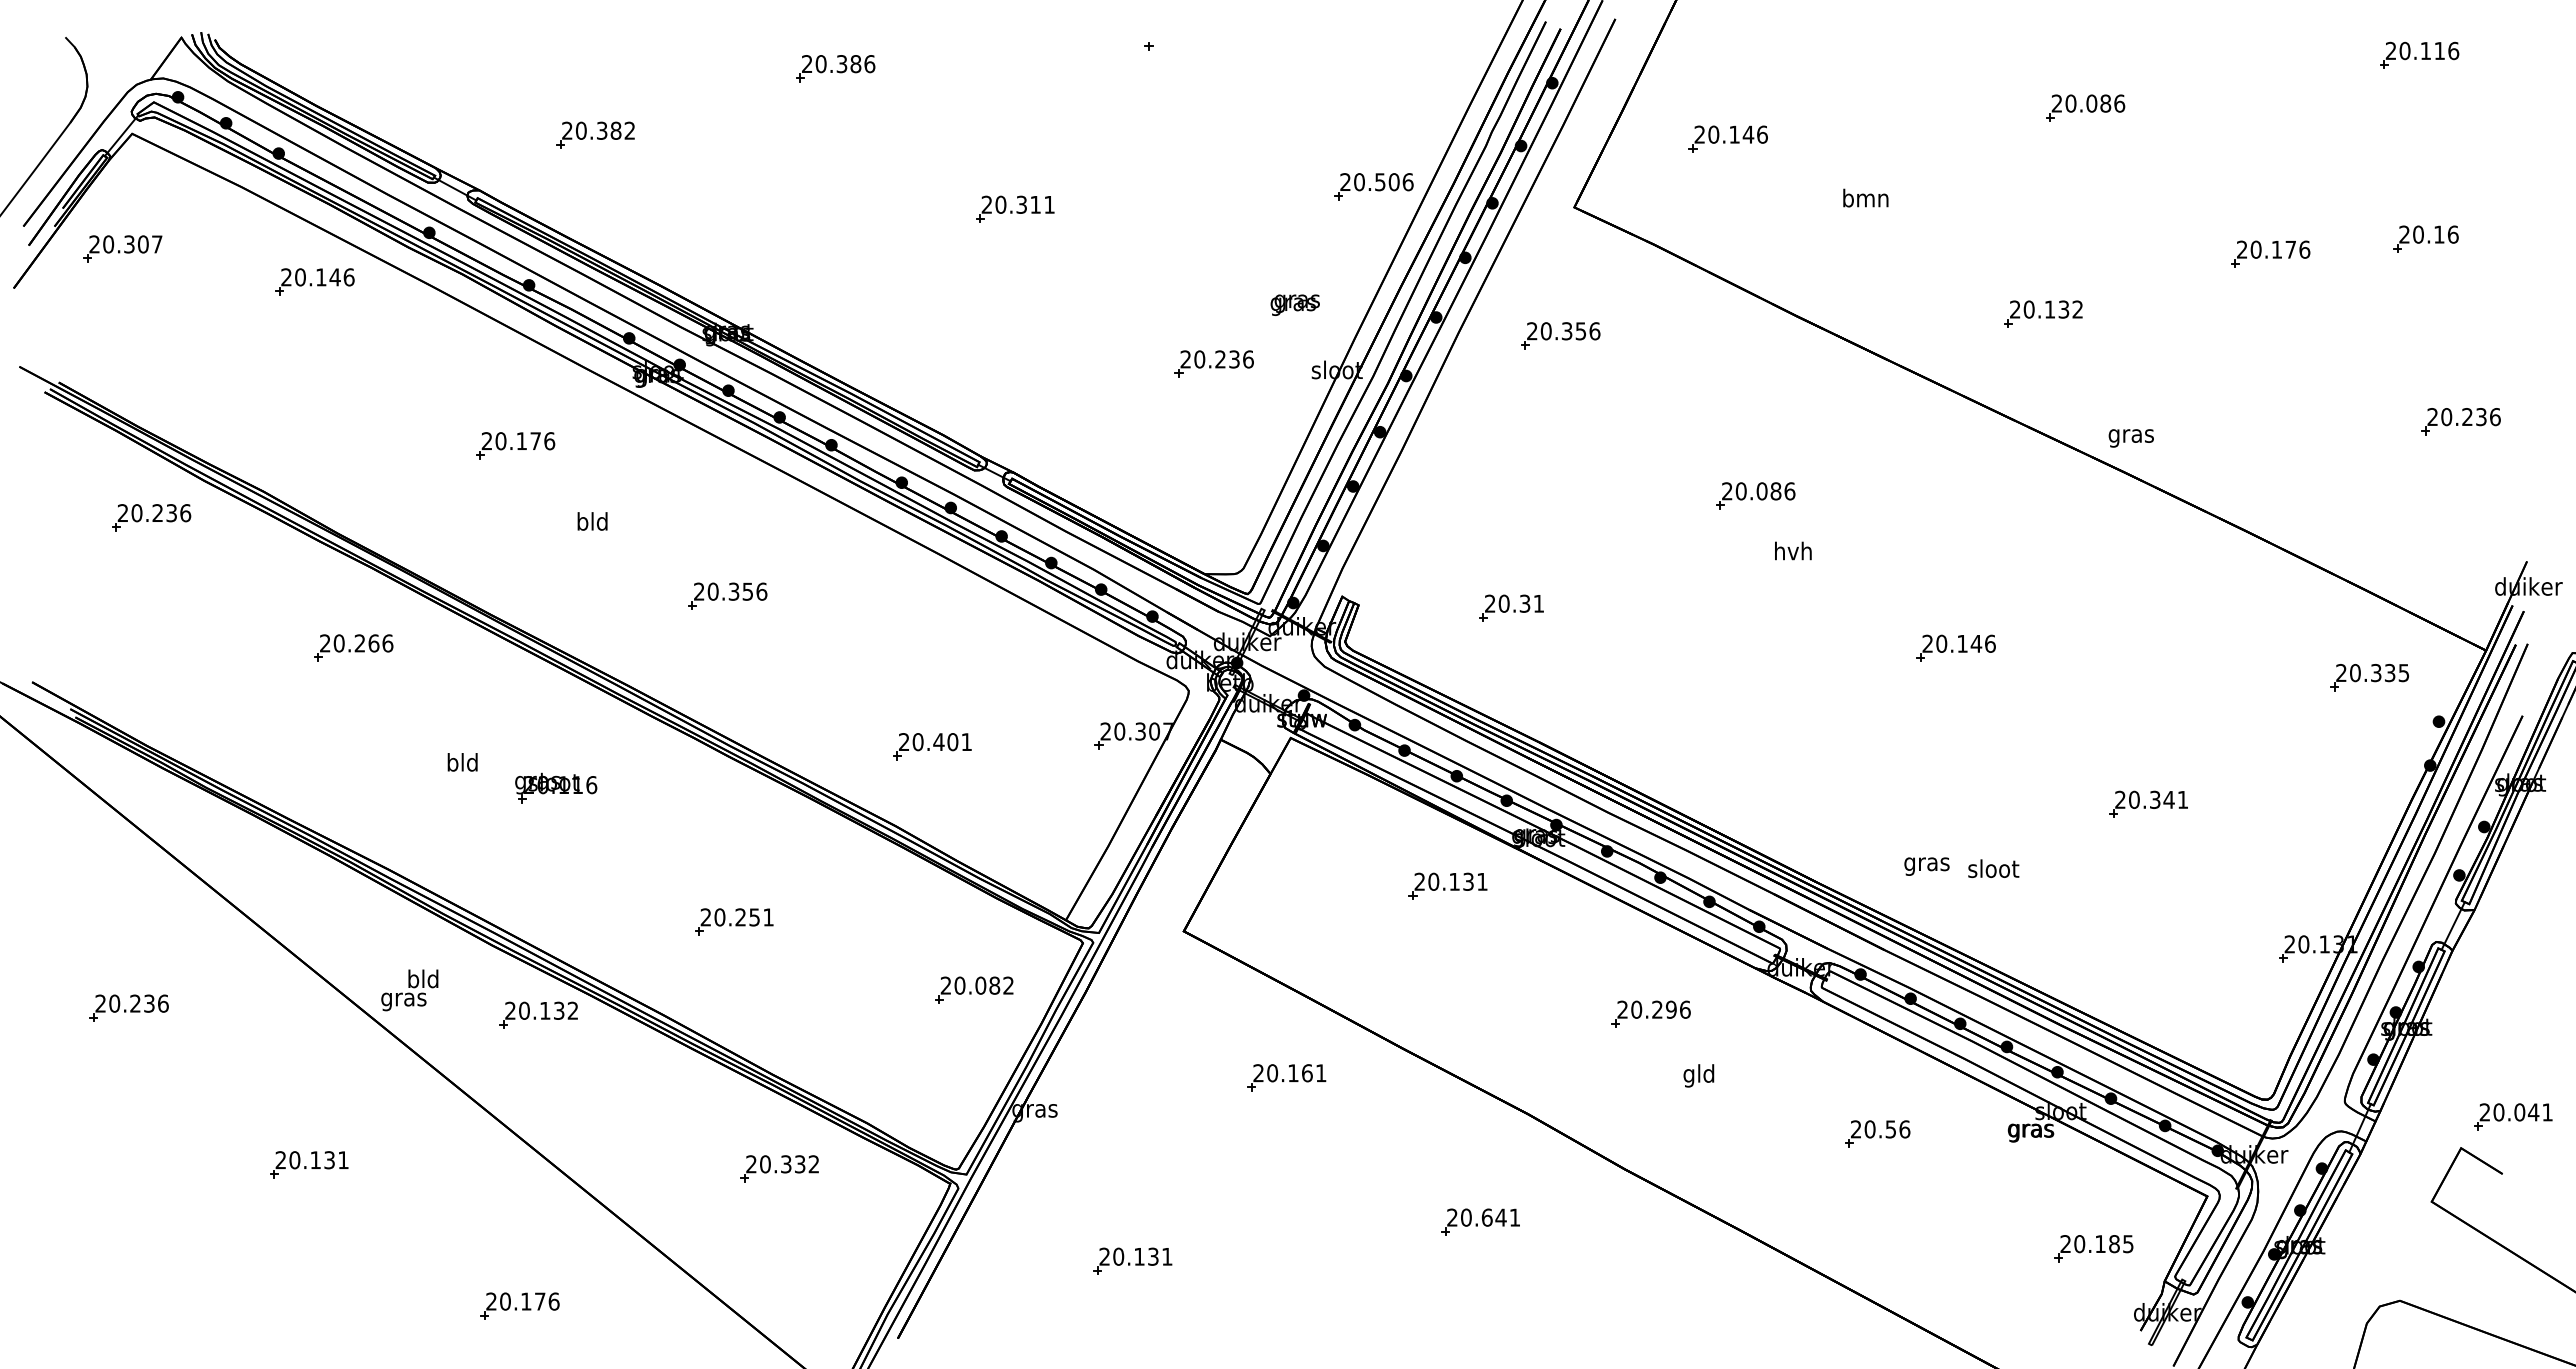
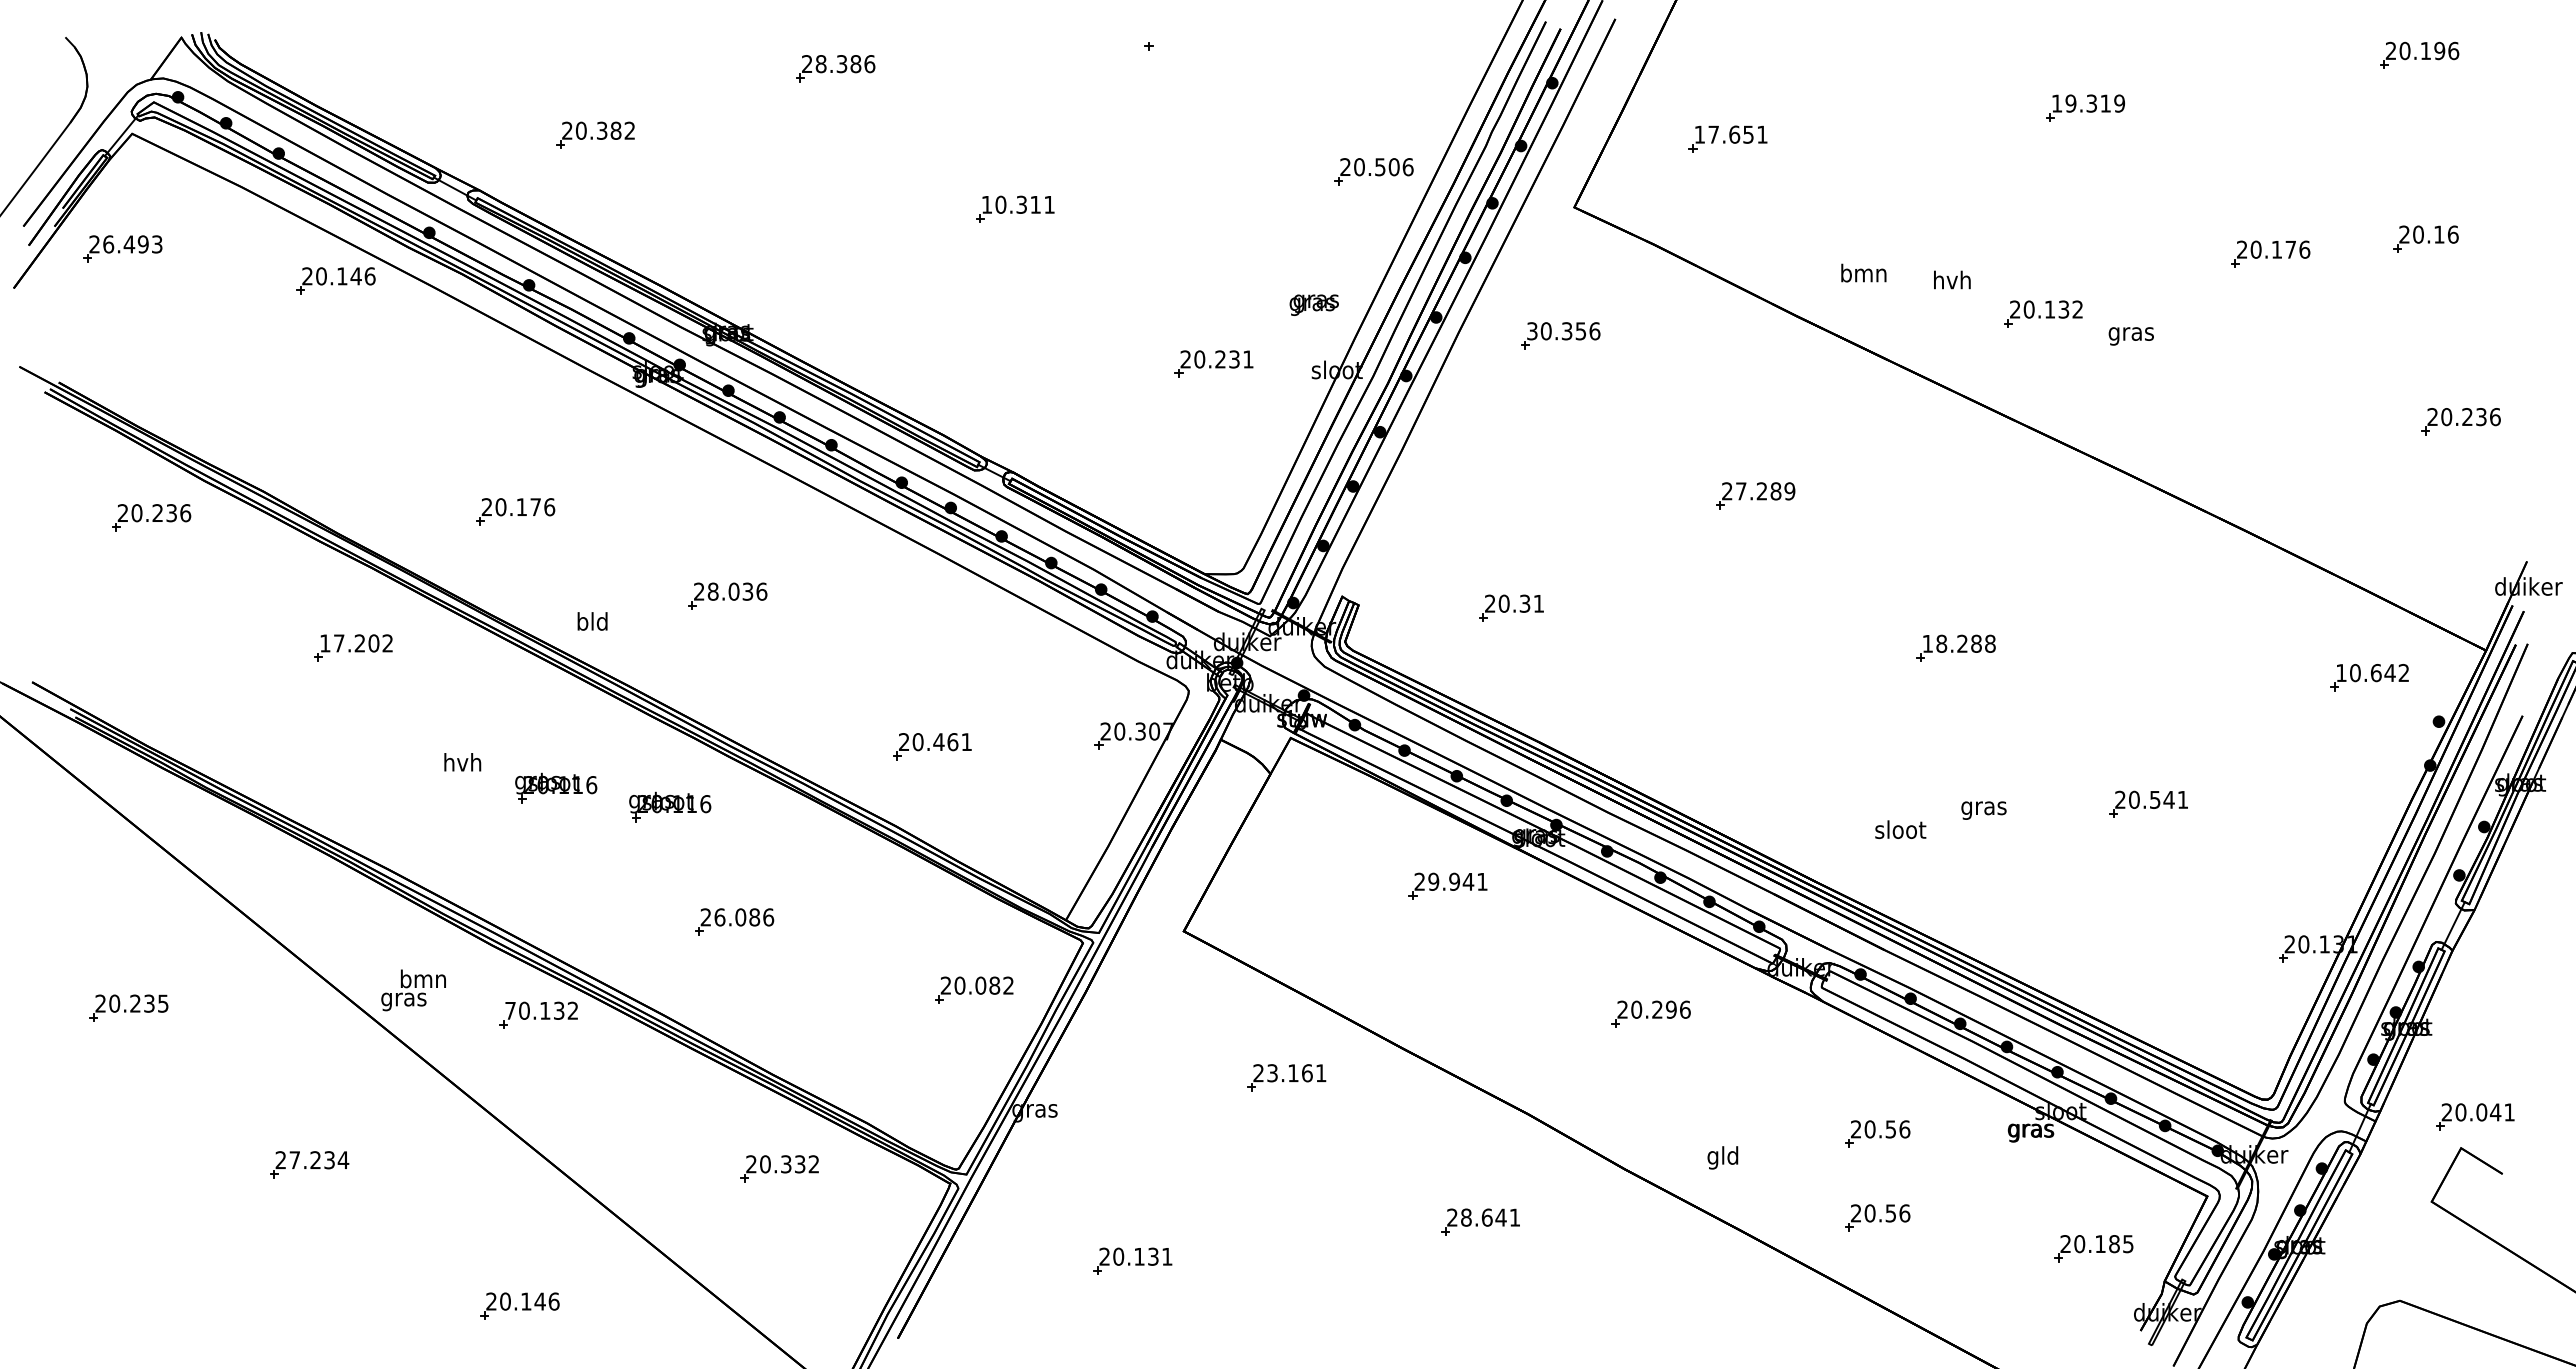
text at (2439, 50): 20.116 -> 20.196
text at (820, 63): 20.386 -> 28.386
text at (2088, 103): 20.086 -> 19.319
text at (1730, 134): 20.146 -> 17.651
part at (1373, 186) position: (1373, 186) -> (1373, 171)
text at (1865, 197) position: (1865, 197) -> (1863, 272)
text at (986, 204): 20.311 -> 10.311
text at (132, 244): 20.307 -> 26.493
part at (314, 281) position: (314, 281) -> (335, 280)
text at (1294, 304) position: (1294, 304) -> (1313, 304)
text at (1532, 331): 20.356 -> 30.356
text at (1248, 359): 20.236 -> 20.231
text at (2130, 438) position: (2130, 438) -> (2130, 336)
part at (515, 445) position: (515, 445) -> (515, 511)
text at (1765, 491): 20.086 -> 27.289
text at (592, 521) position: (592, 521) -> (592, 621)
text at (1793, 550) position: (1793, 550) -> (1952, 279)
text at (730, 591): 20.356 -> 28.036
text at (356, 643): 20.266 -> 17.202
text at (1958, 643): 20.146 -> 18.288
text at (2372, 672): 20.335 -> 10.642
text at (952, 741): 20.401 -> 20.461
text at (462, 762): bld -> hvh
text at (2155, 799): 20.341 -> 20.541
part at (670, 806): none -> present
text at (1926, 866) position: (1926, 866) -> (1983, 810)
text at (1993, 868) position: (1993, 868) -> (1900, 829)
text at (1451, 881): 20.131 -> 29.941
text at (744, 917): 20.251 -> 26.086
text at (422, 978): bld -> bmn
text at (163, 1003): 20.236 -> 20.235
text at (510, 1010): 20.132 -> 70.132
text at (1272, 1073): 20.161 -> 23.161
text at (1698, 1075) position: (1698, 1075) -> (1722, 1157)
part at (2513, 1116) position: (2513, 1116) -> (2475, 1116)
text at (319, 1160): 20.131 -> 27.234
text at (1466, 1217): 20.641 -> 28.641
part at (1877, 1217): none -> present
text at (539, 1301): 20.176 -> 20.146
